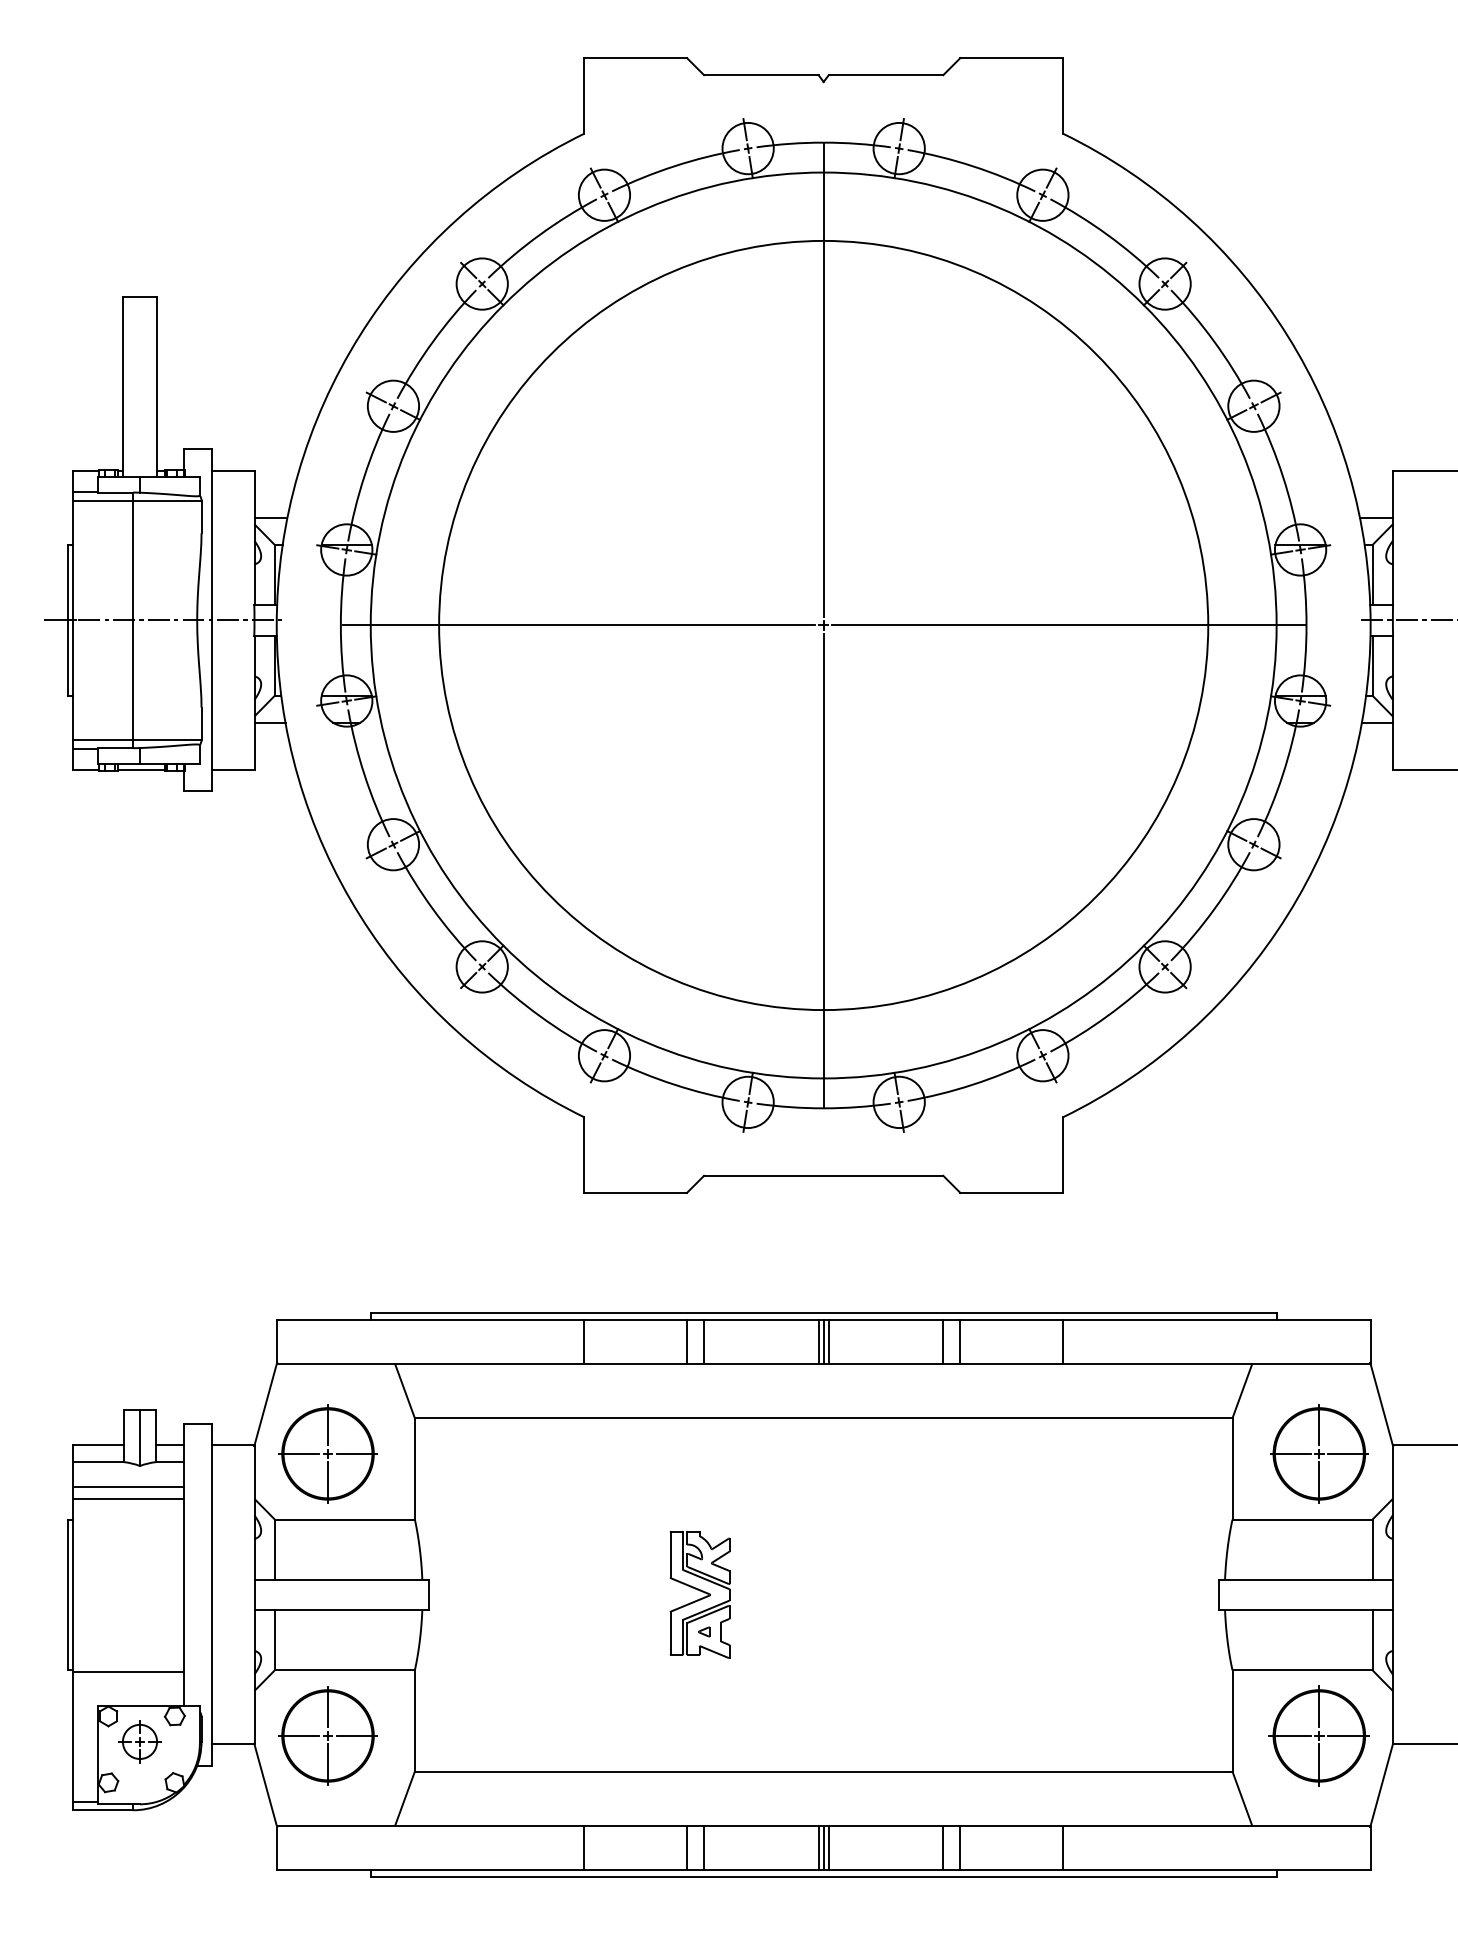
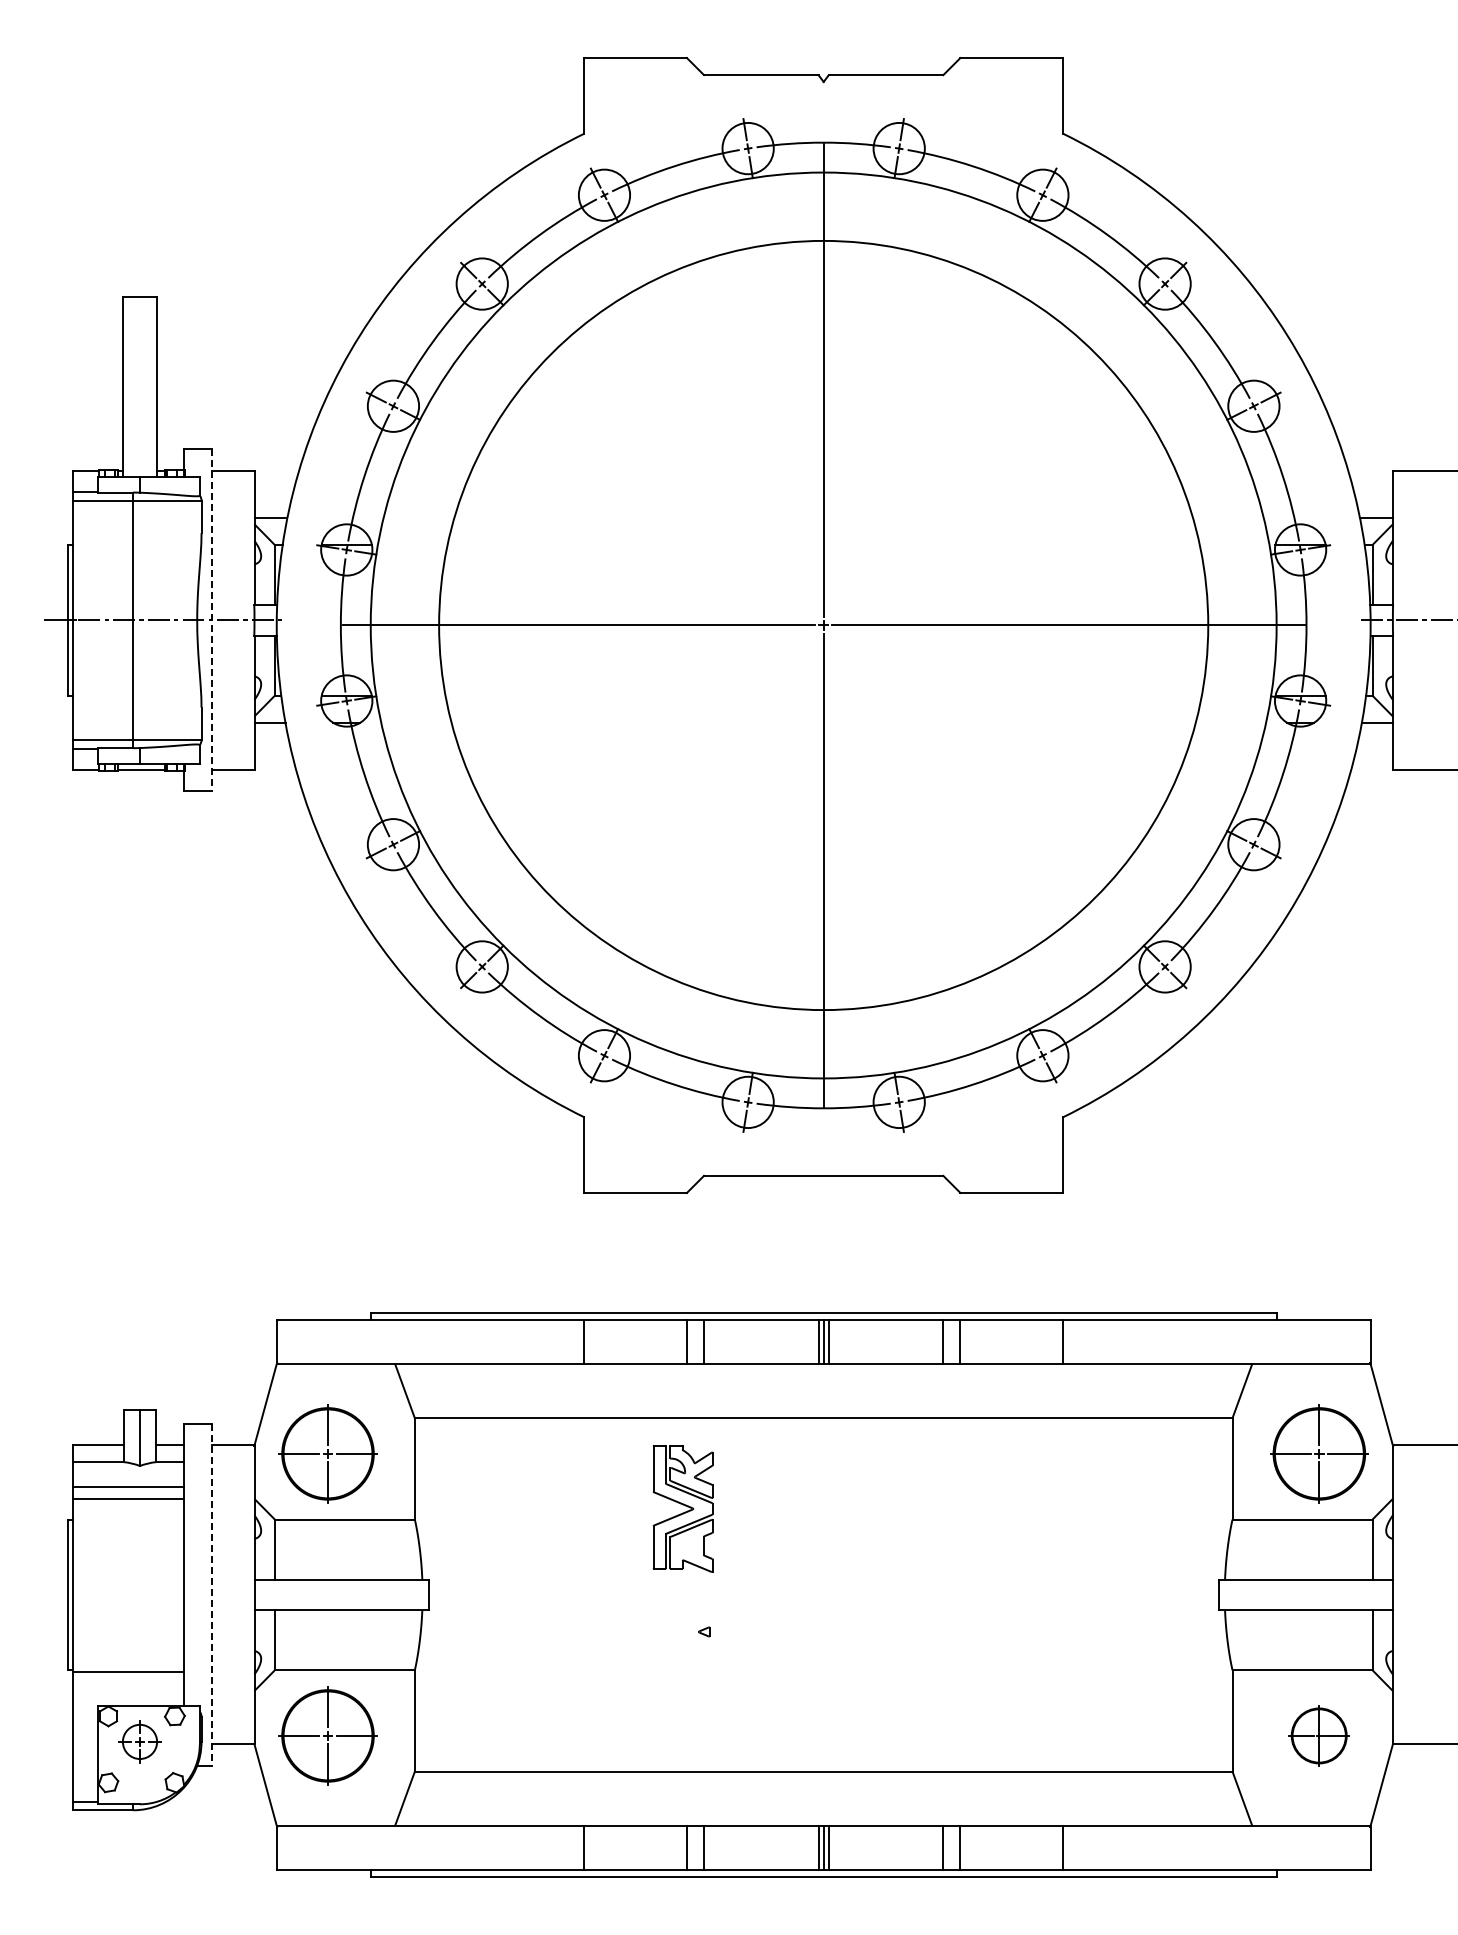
line at (211, 620): solid -> dashed
line at (211, 1594): solid -> dashed
part at (699, 1594) position: (699, 1594) -> (682, 1508)
part at (1318, 1735) size: 102x102 px -> 62x62 px
